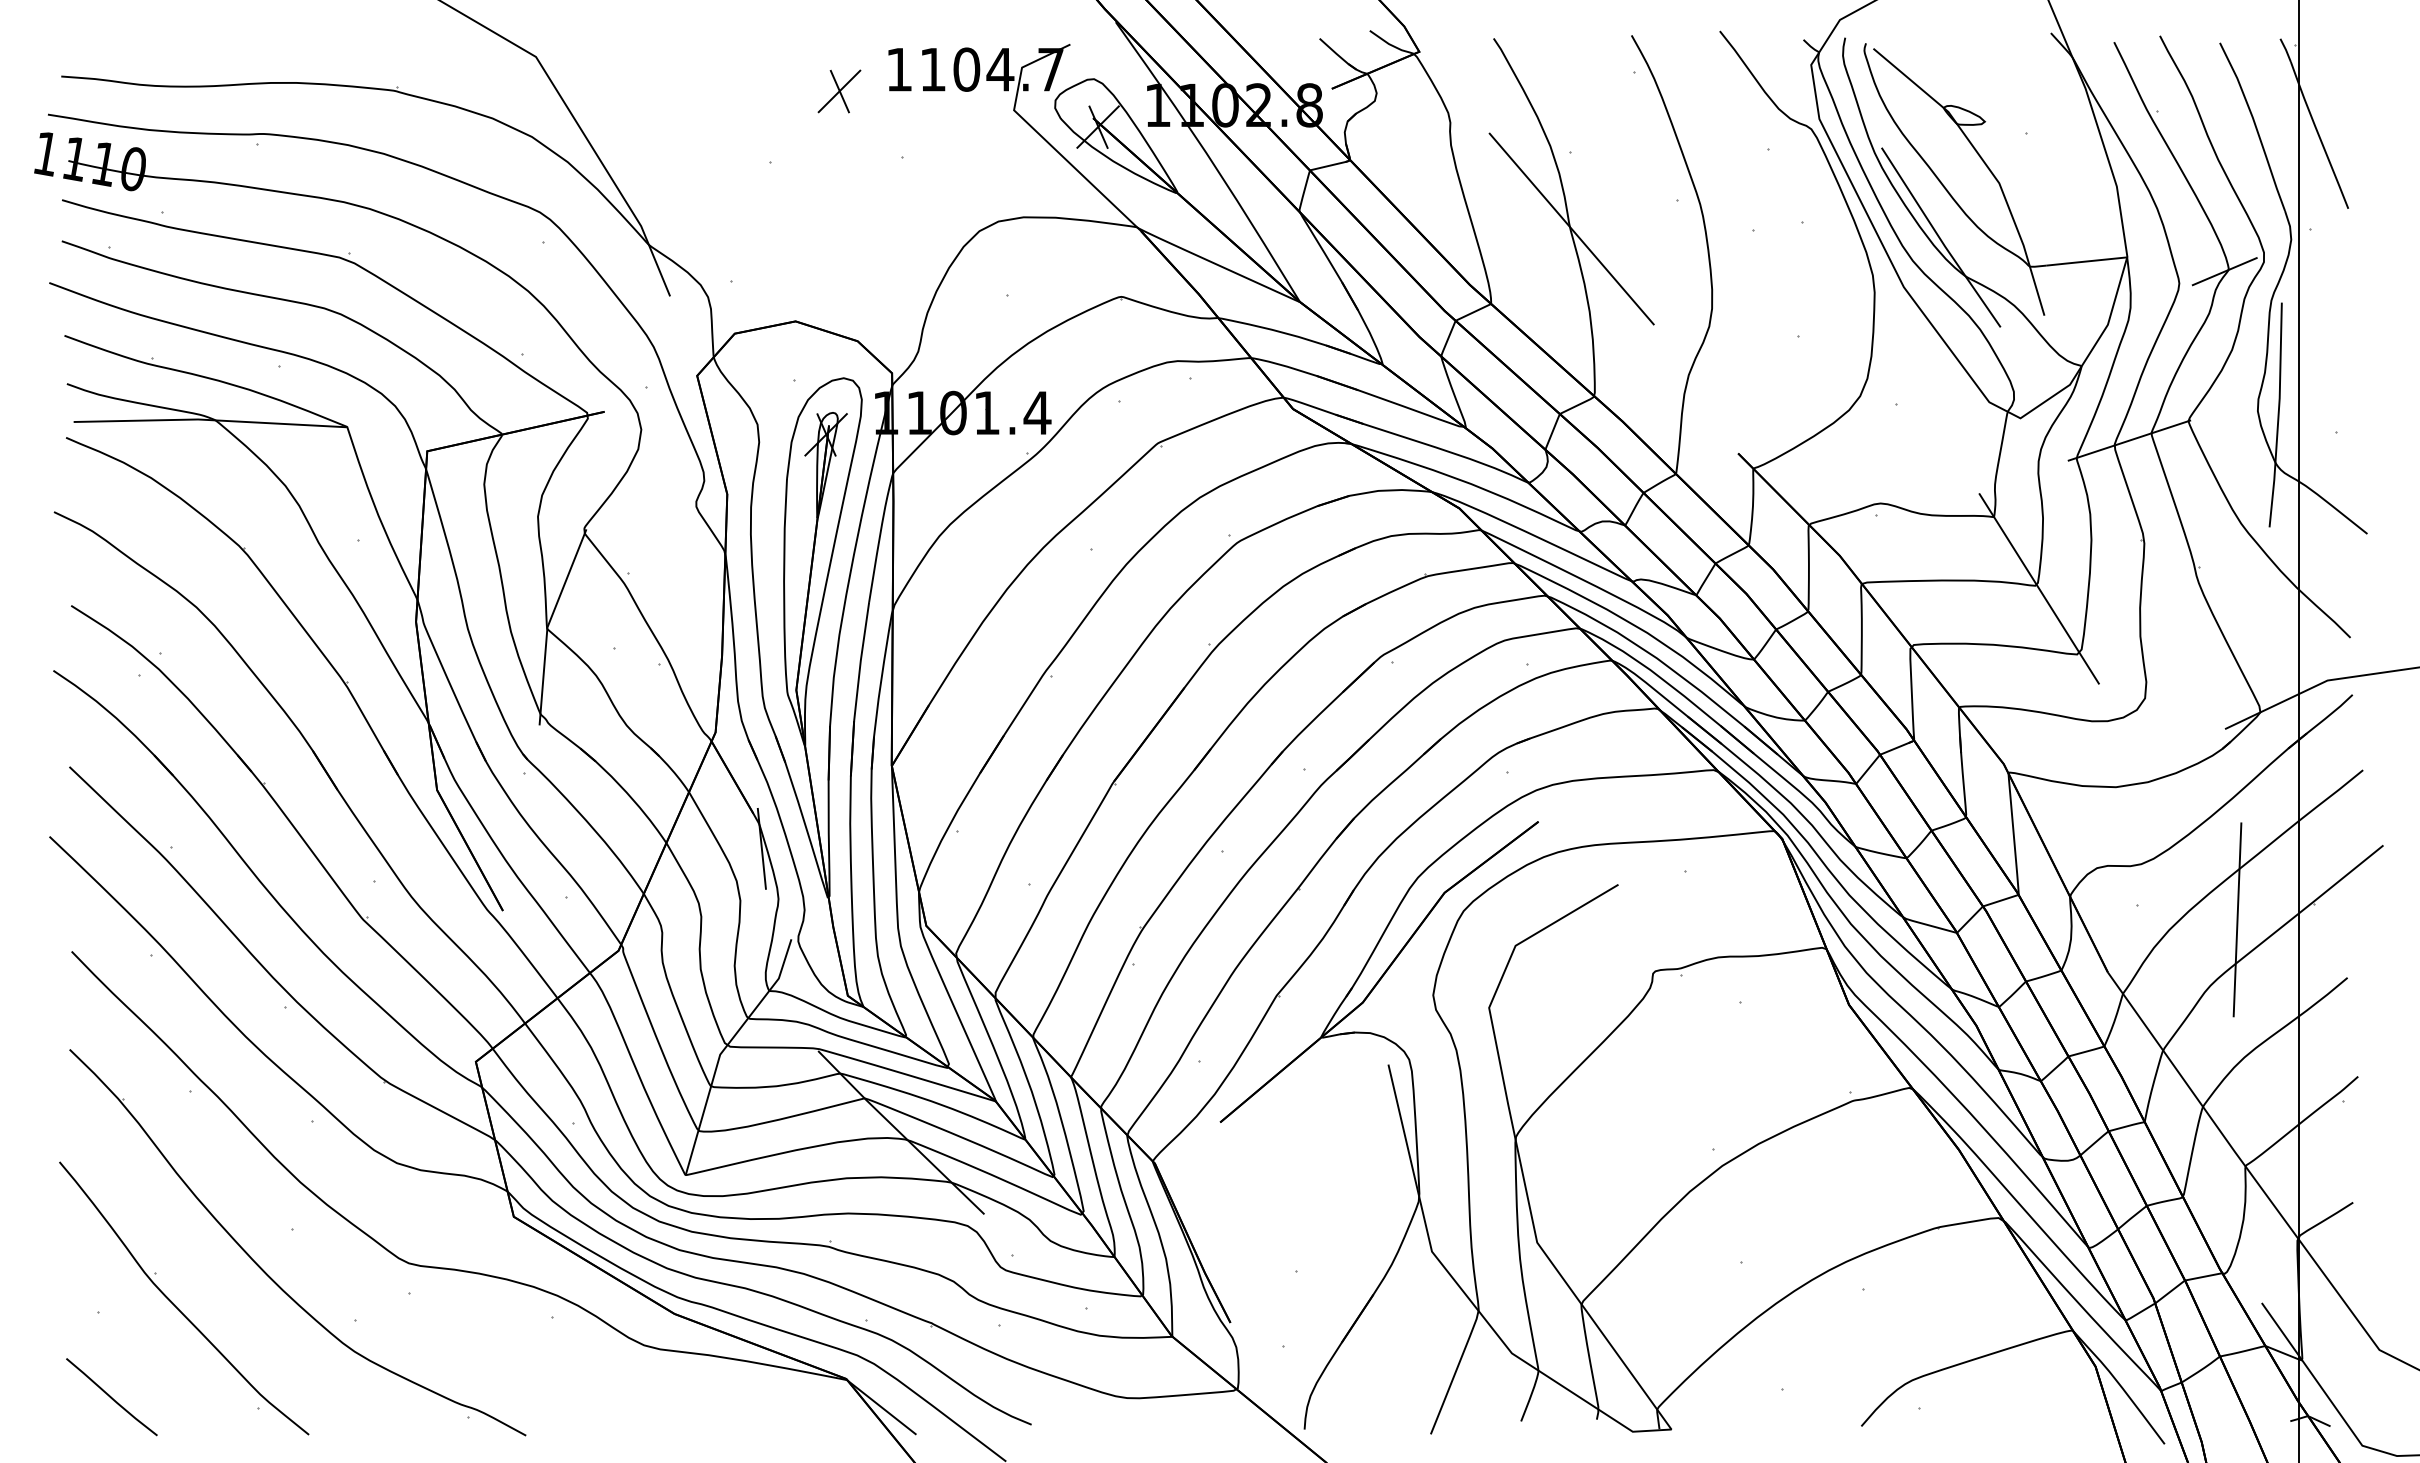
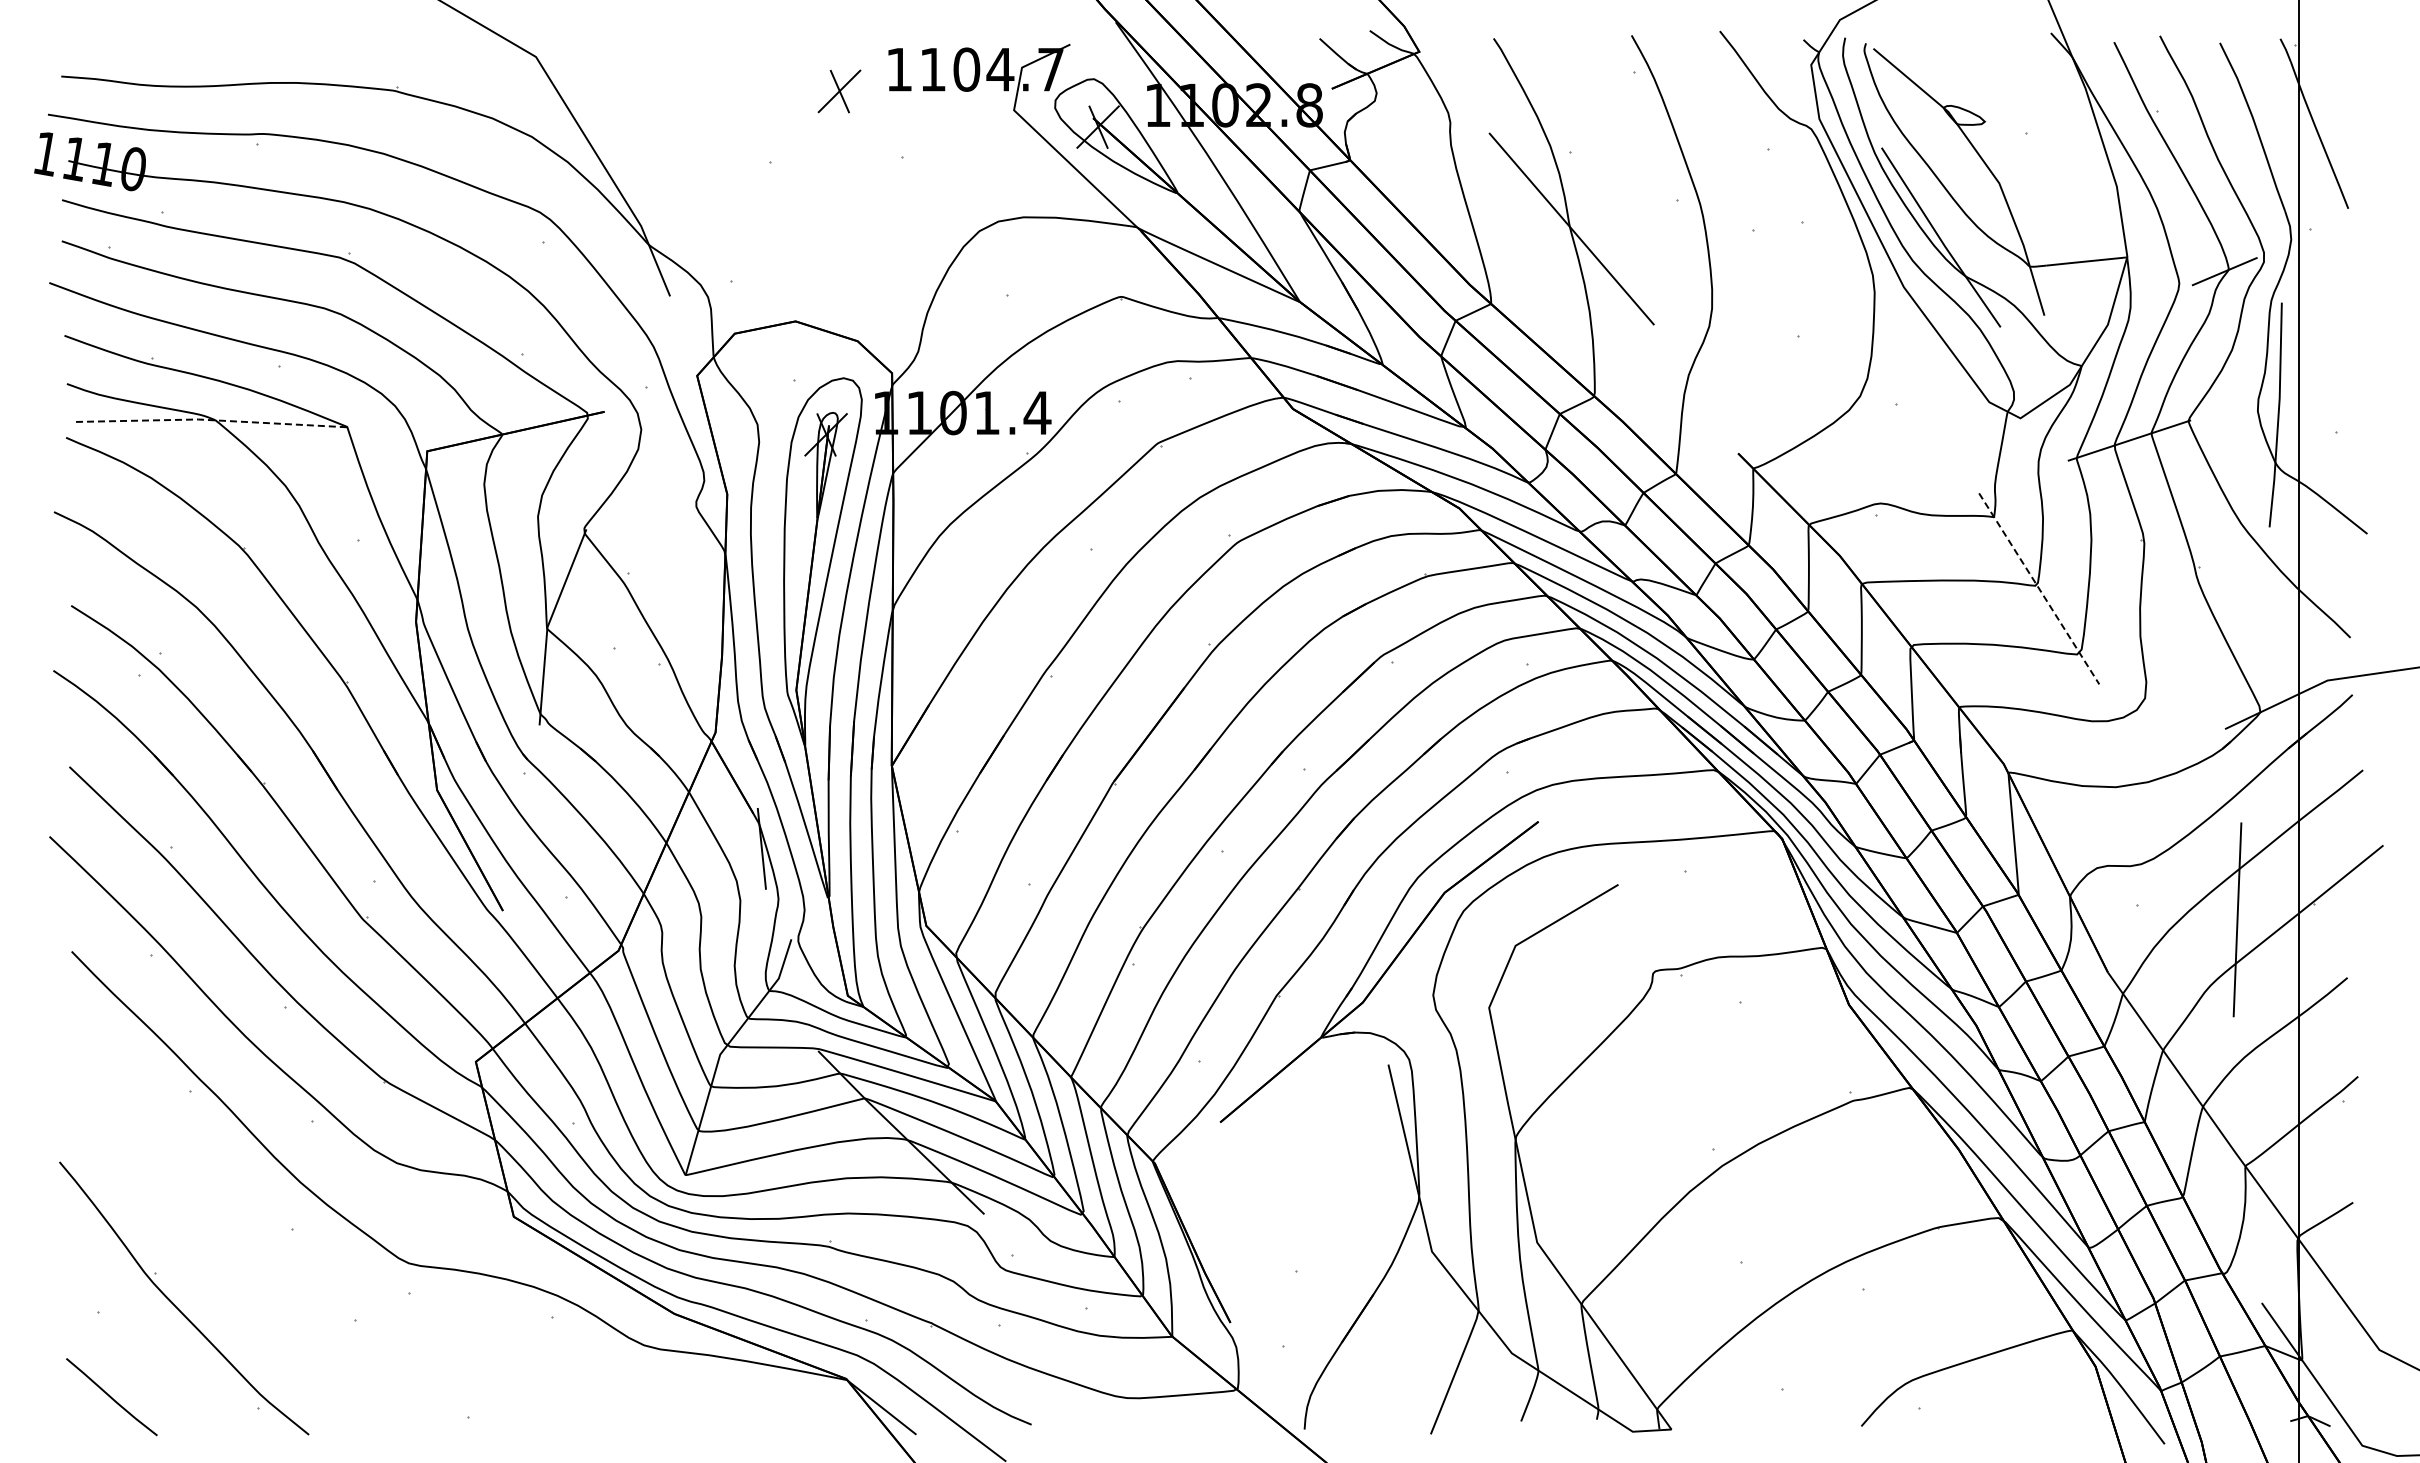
line at (209, 420): solid -> dashed
line at (2039, 588): solid -> dashed
part at (266, 1272): present -> none
